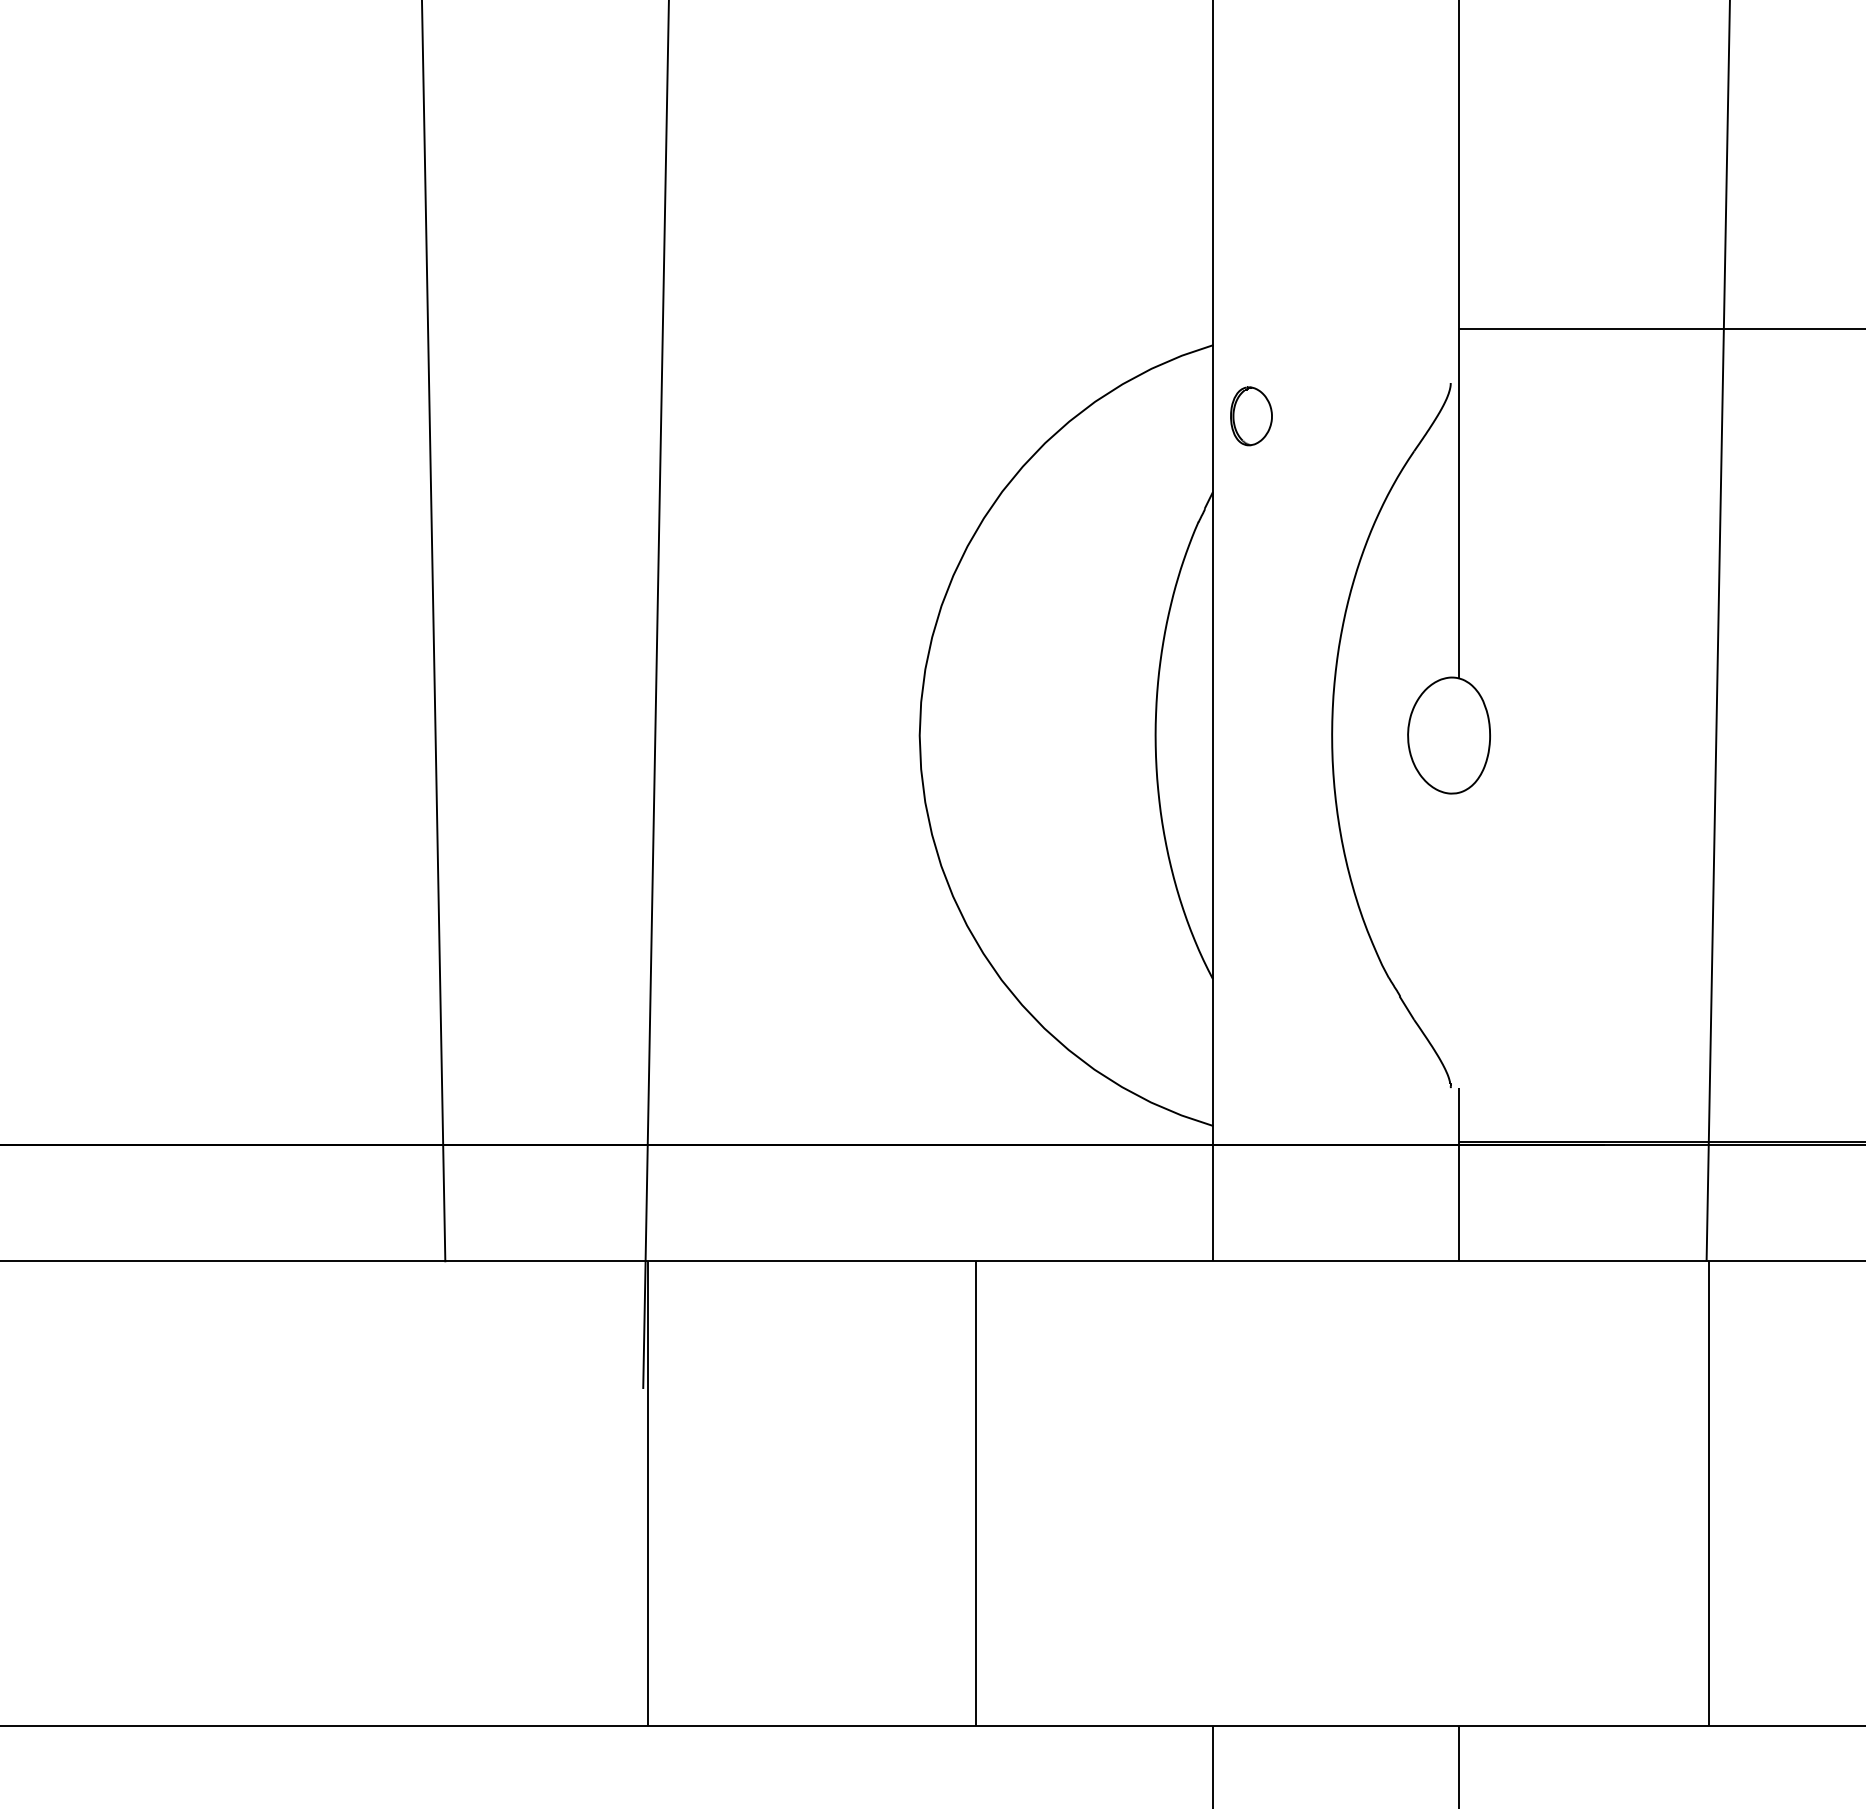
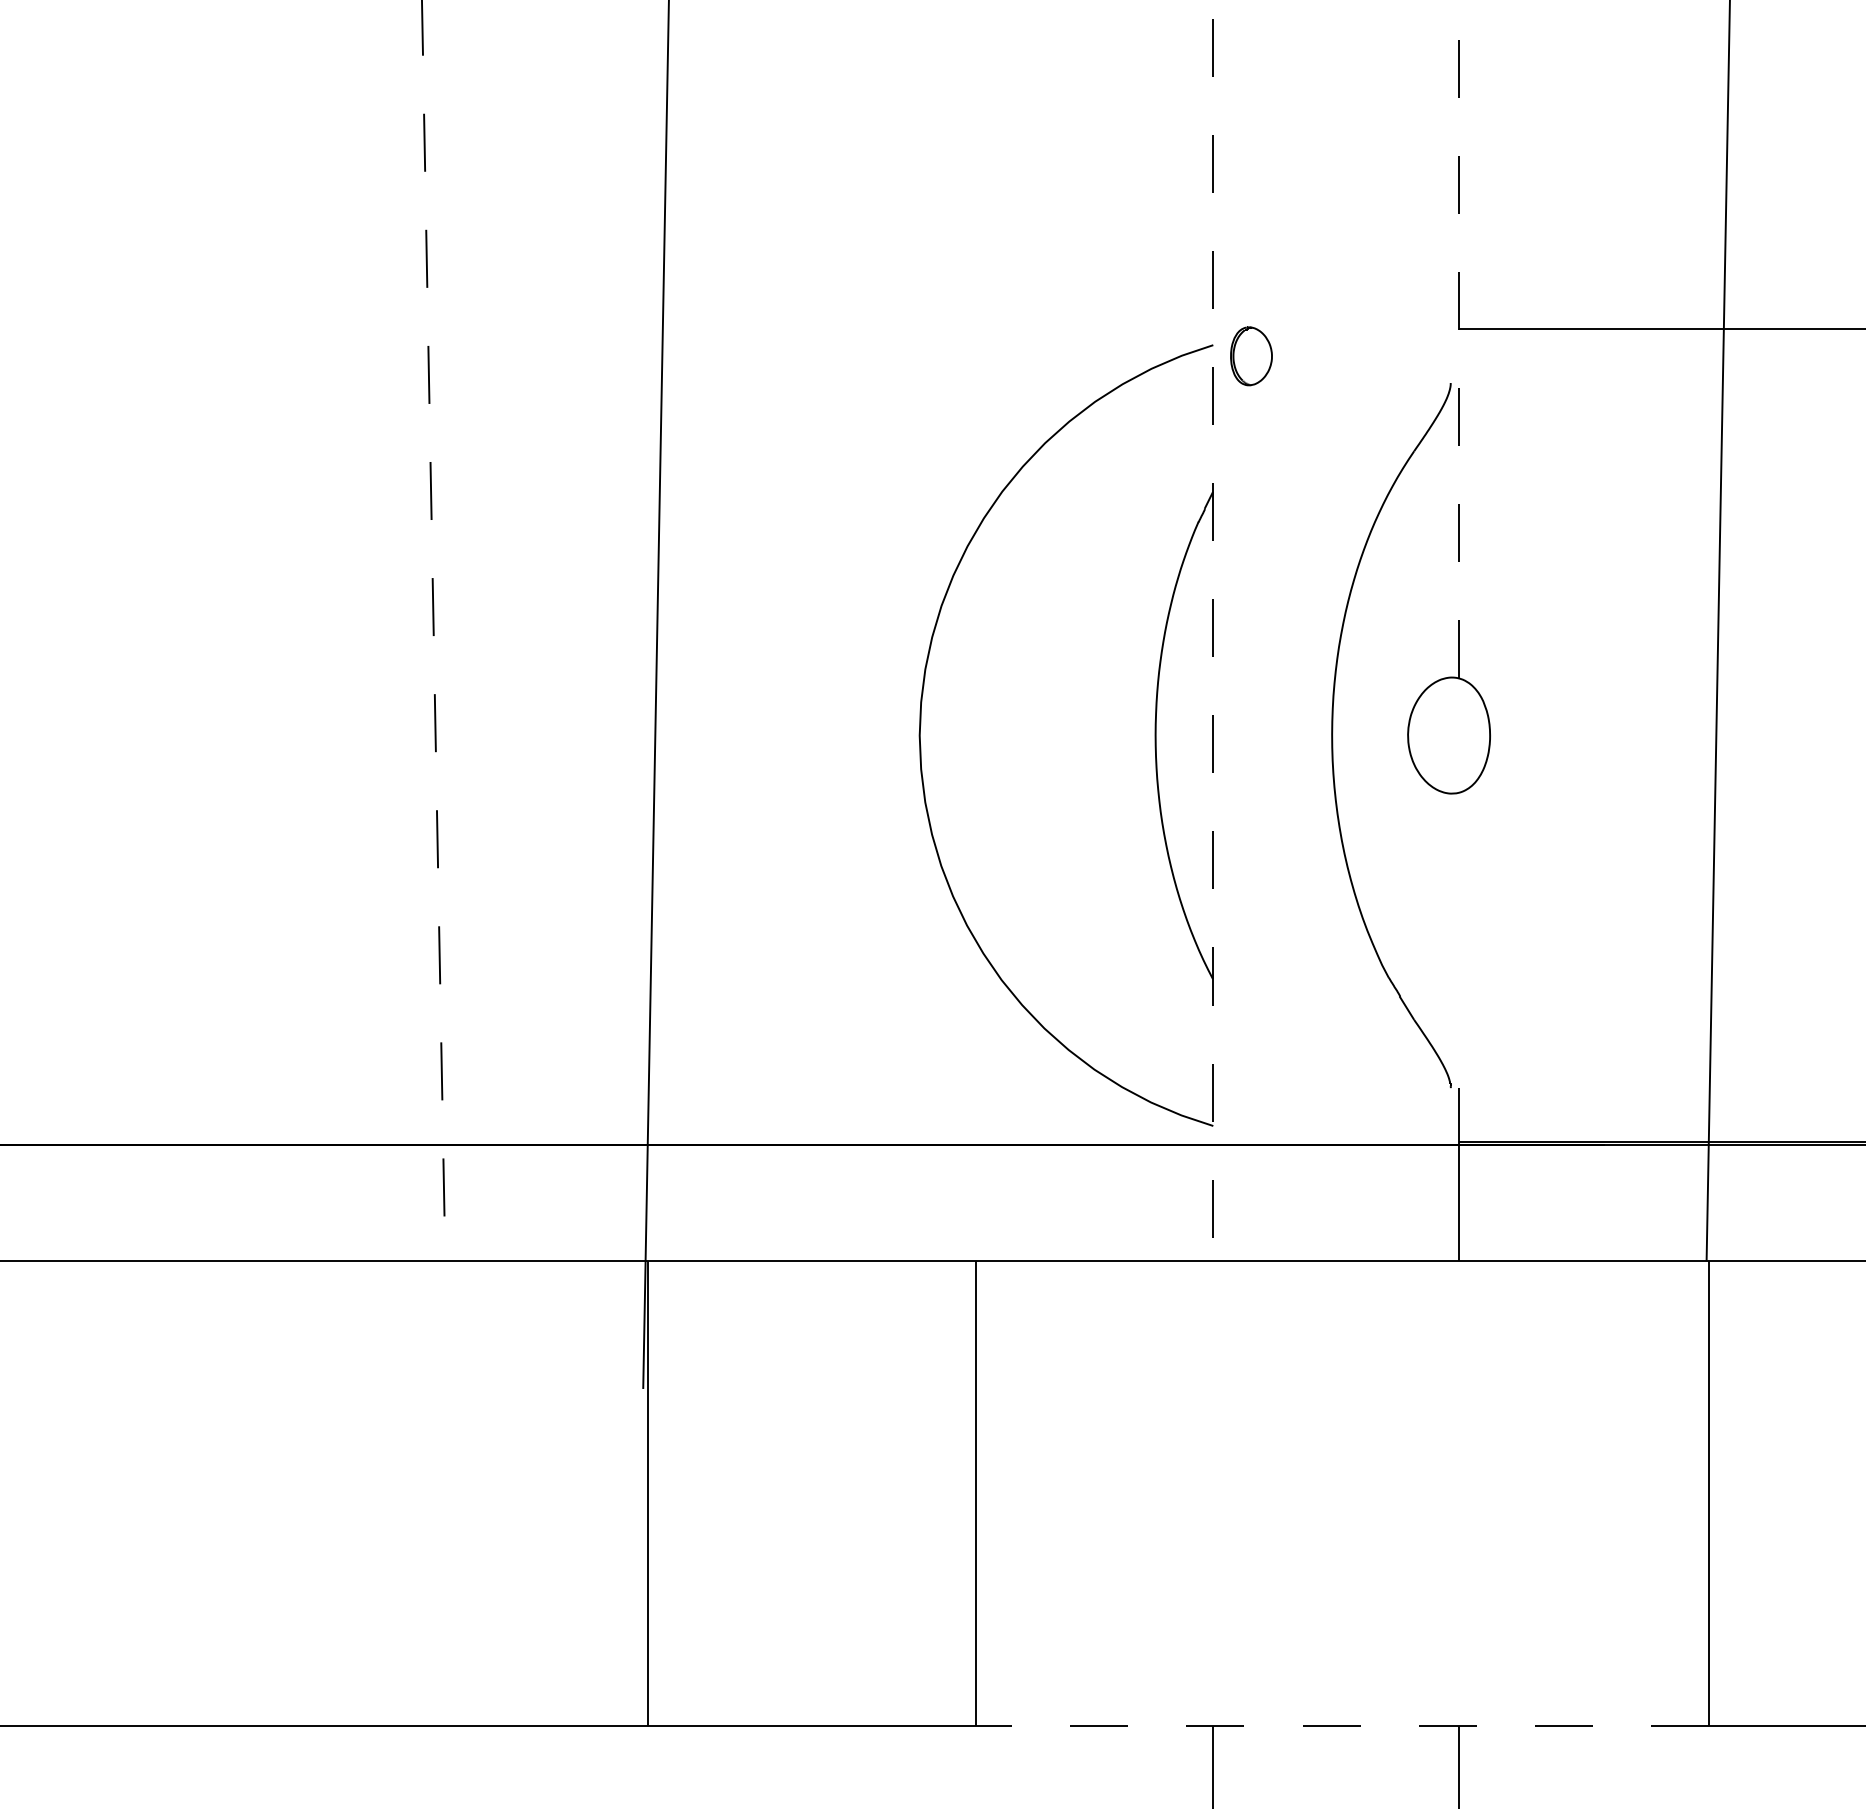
line at (1459, 339): solid -> dashed
part at (1251, 416) position: (1251, 416) -> (1251, 356)
line at (433, 631): solid -> dashed
line at (1213, 631): solid -> dashed
line at (1342, 1725): solid -> dashed
